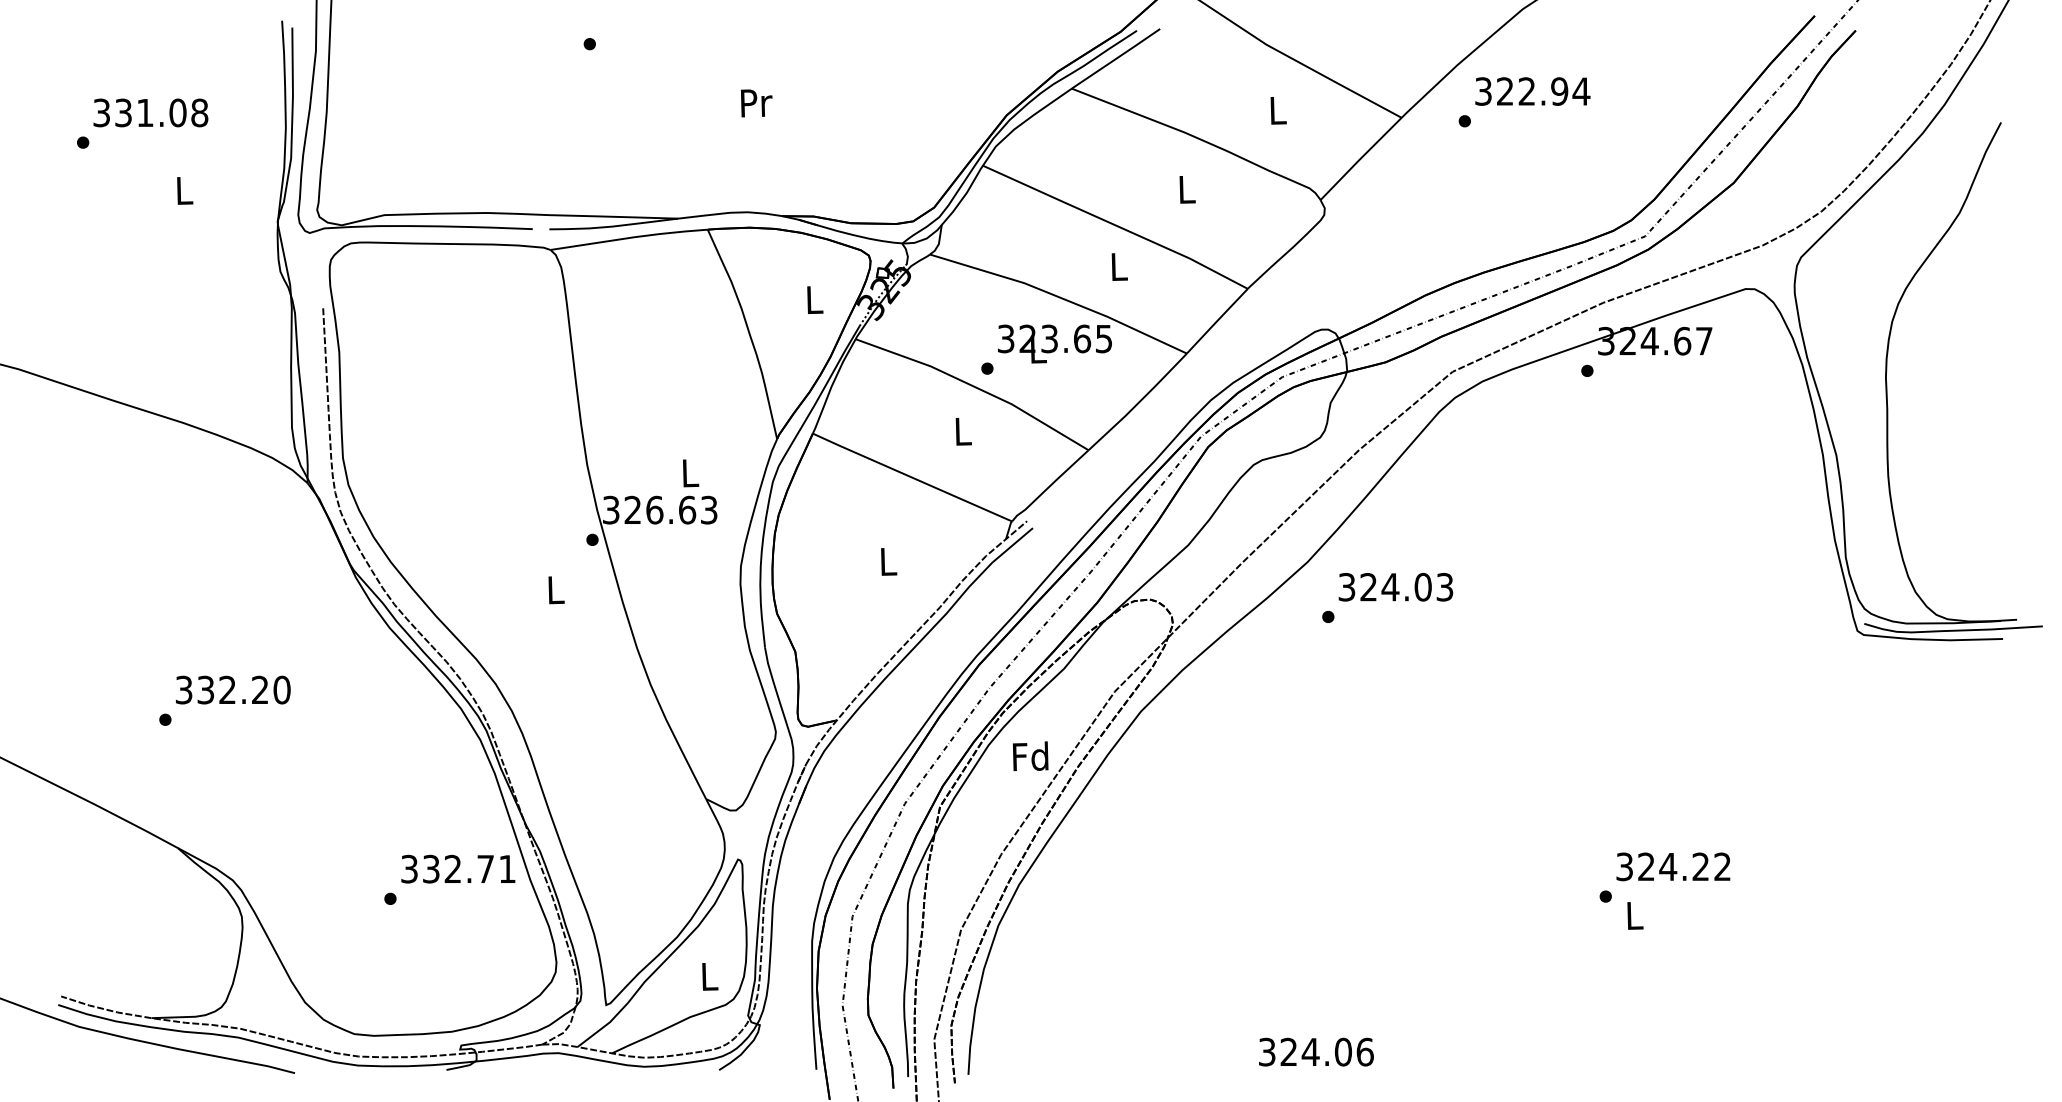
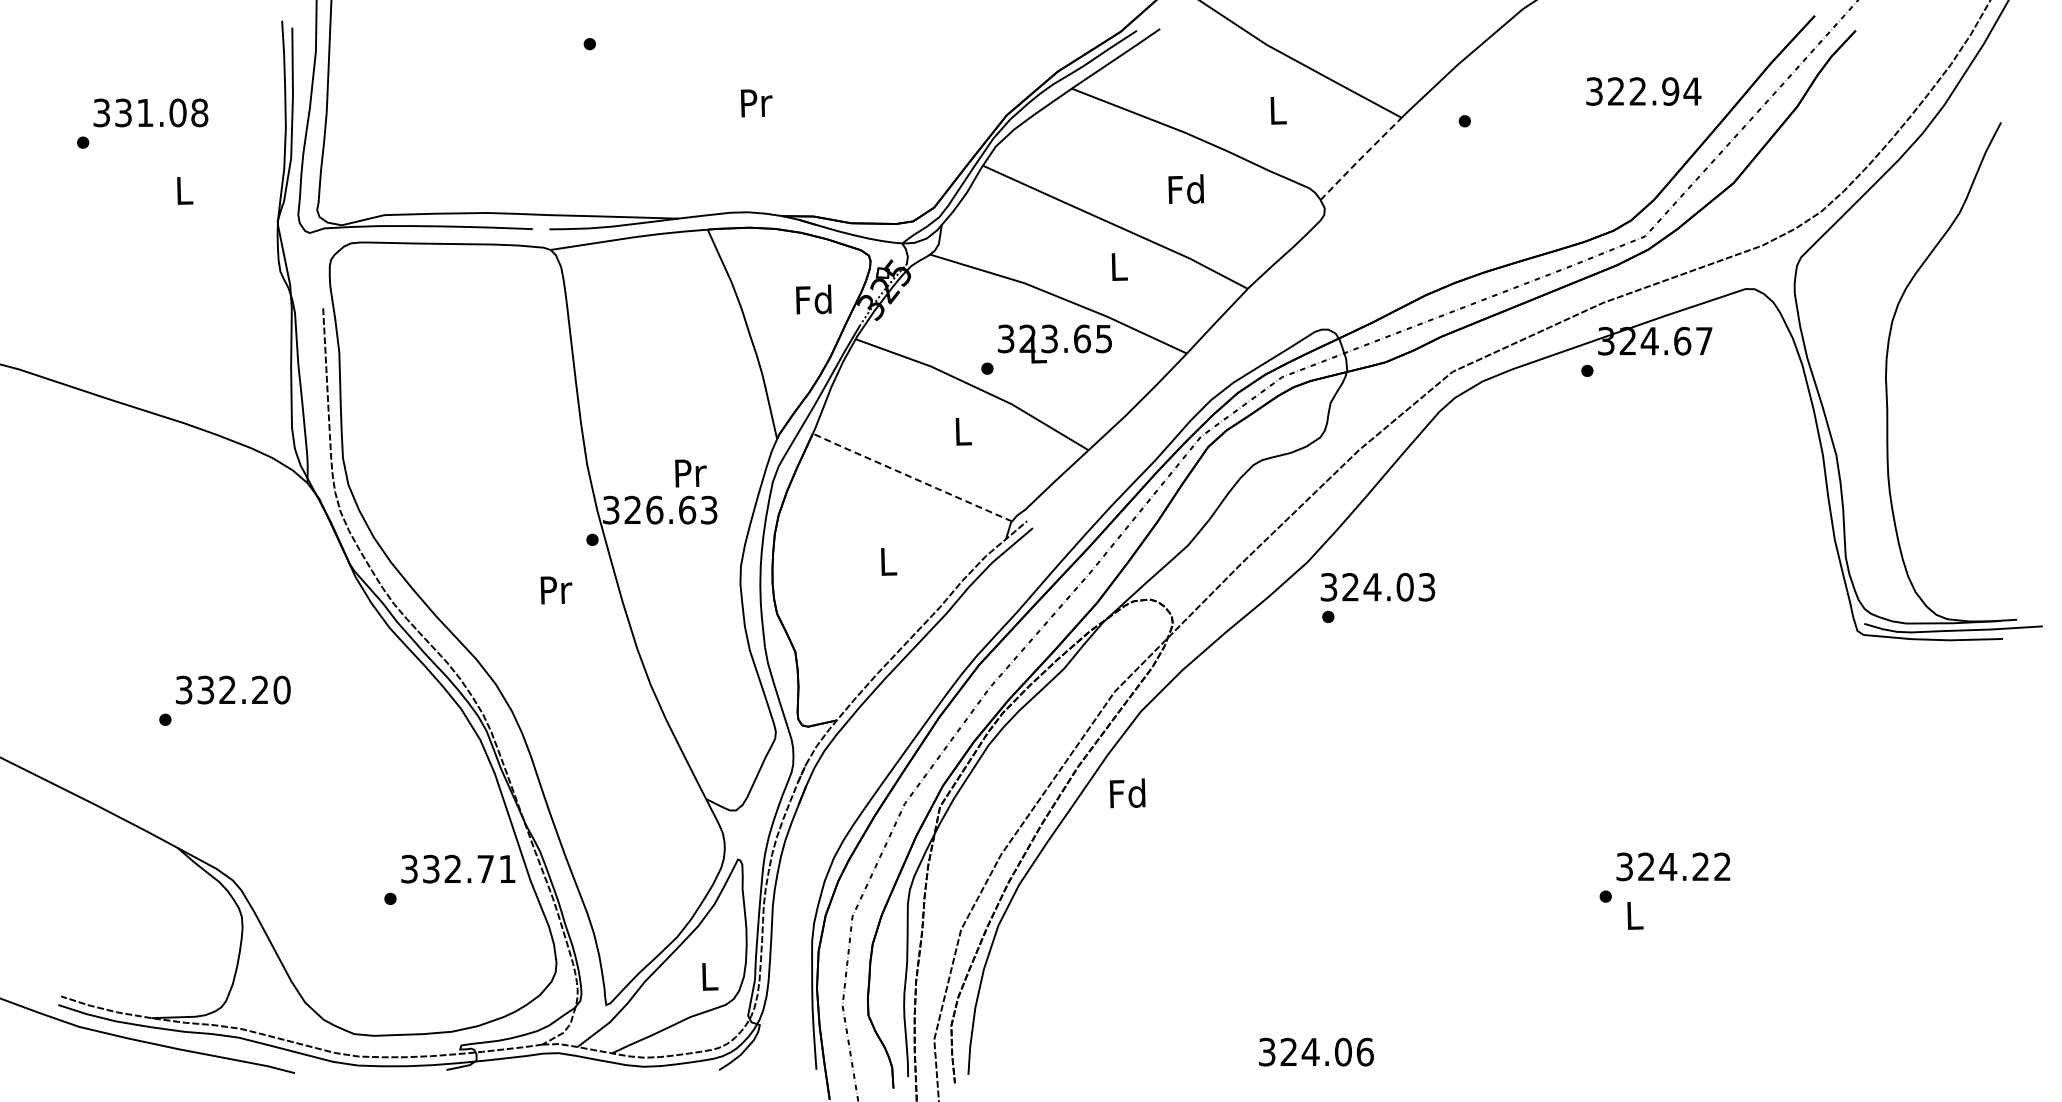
text at (1532, 91) position: (1532, 91) -> (1643, 91)
line at (1360, 158): solid -> dashed
text at (1185, 188): L -> Fd
text at (813, 299): L -> Fd
text at (690, 473): L -> Pr
line at (911, 477): solid -> dashed
text at (1395, 587) position: (1395, 587) -> (1377, 587)
text at (556, 590): L -> Pr
text at (1030, 756) position: (1030, 756) -> (1127, 793)
